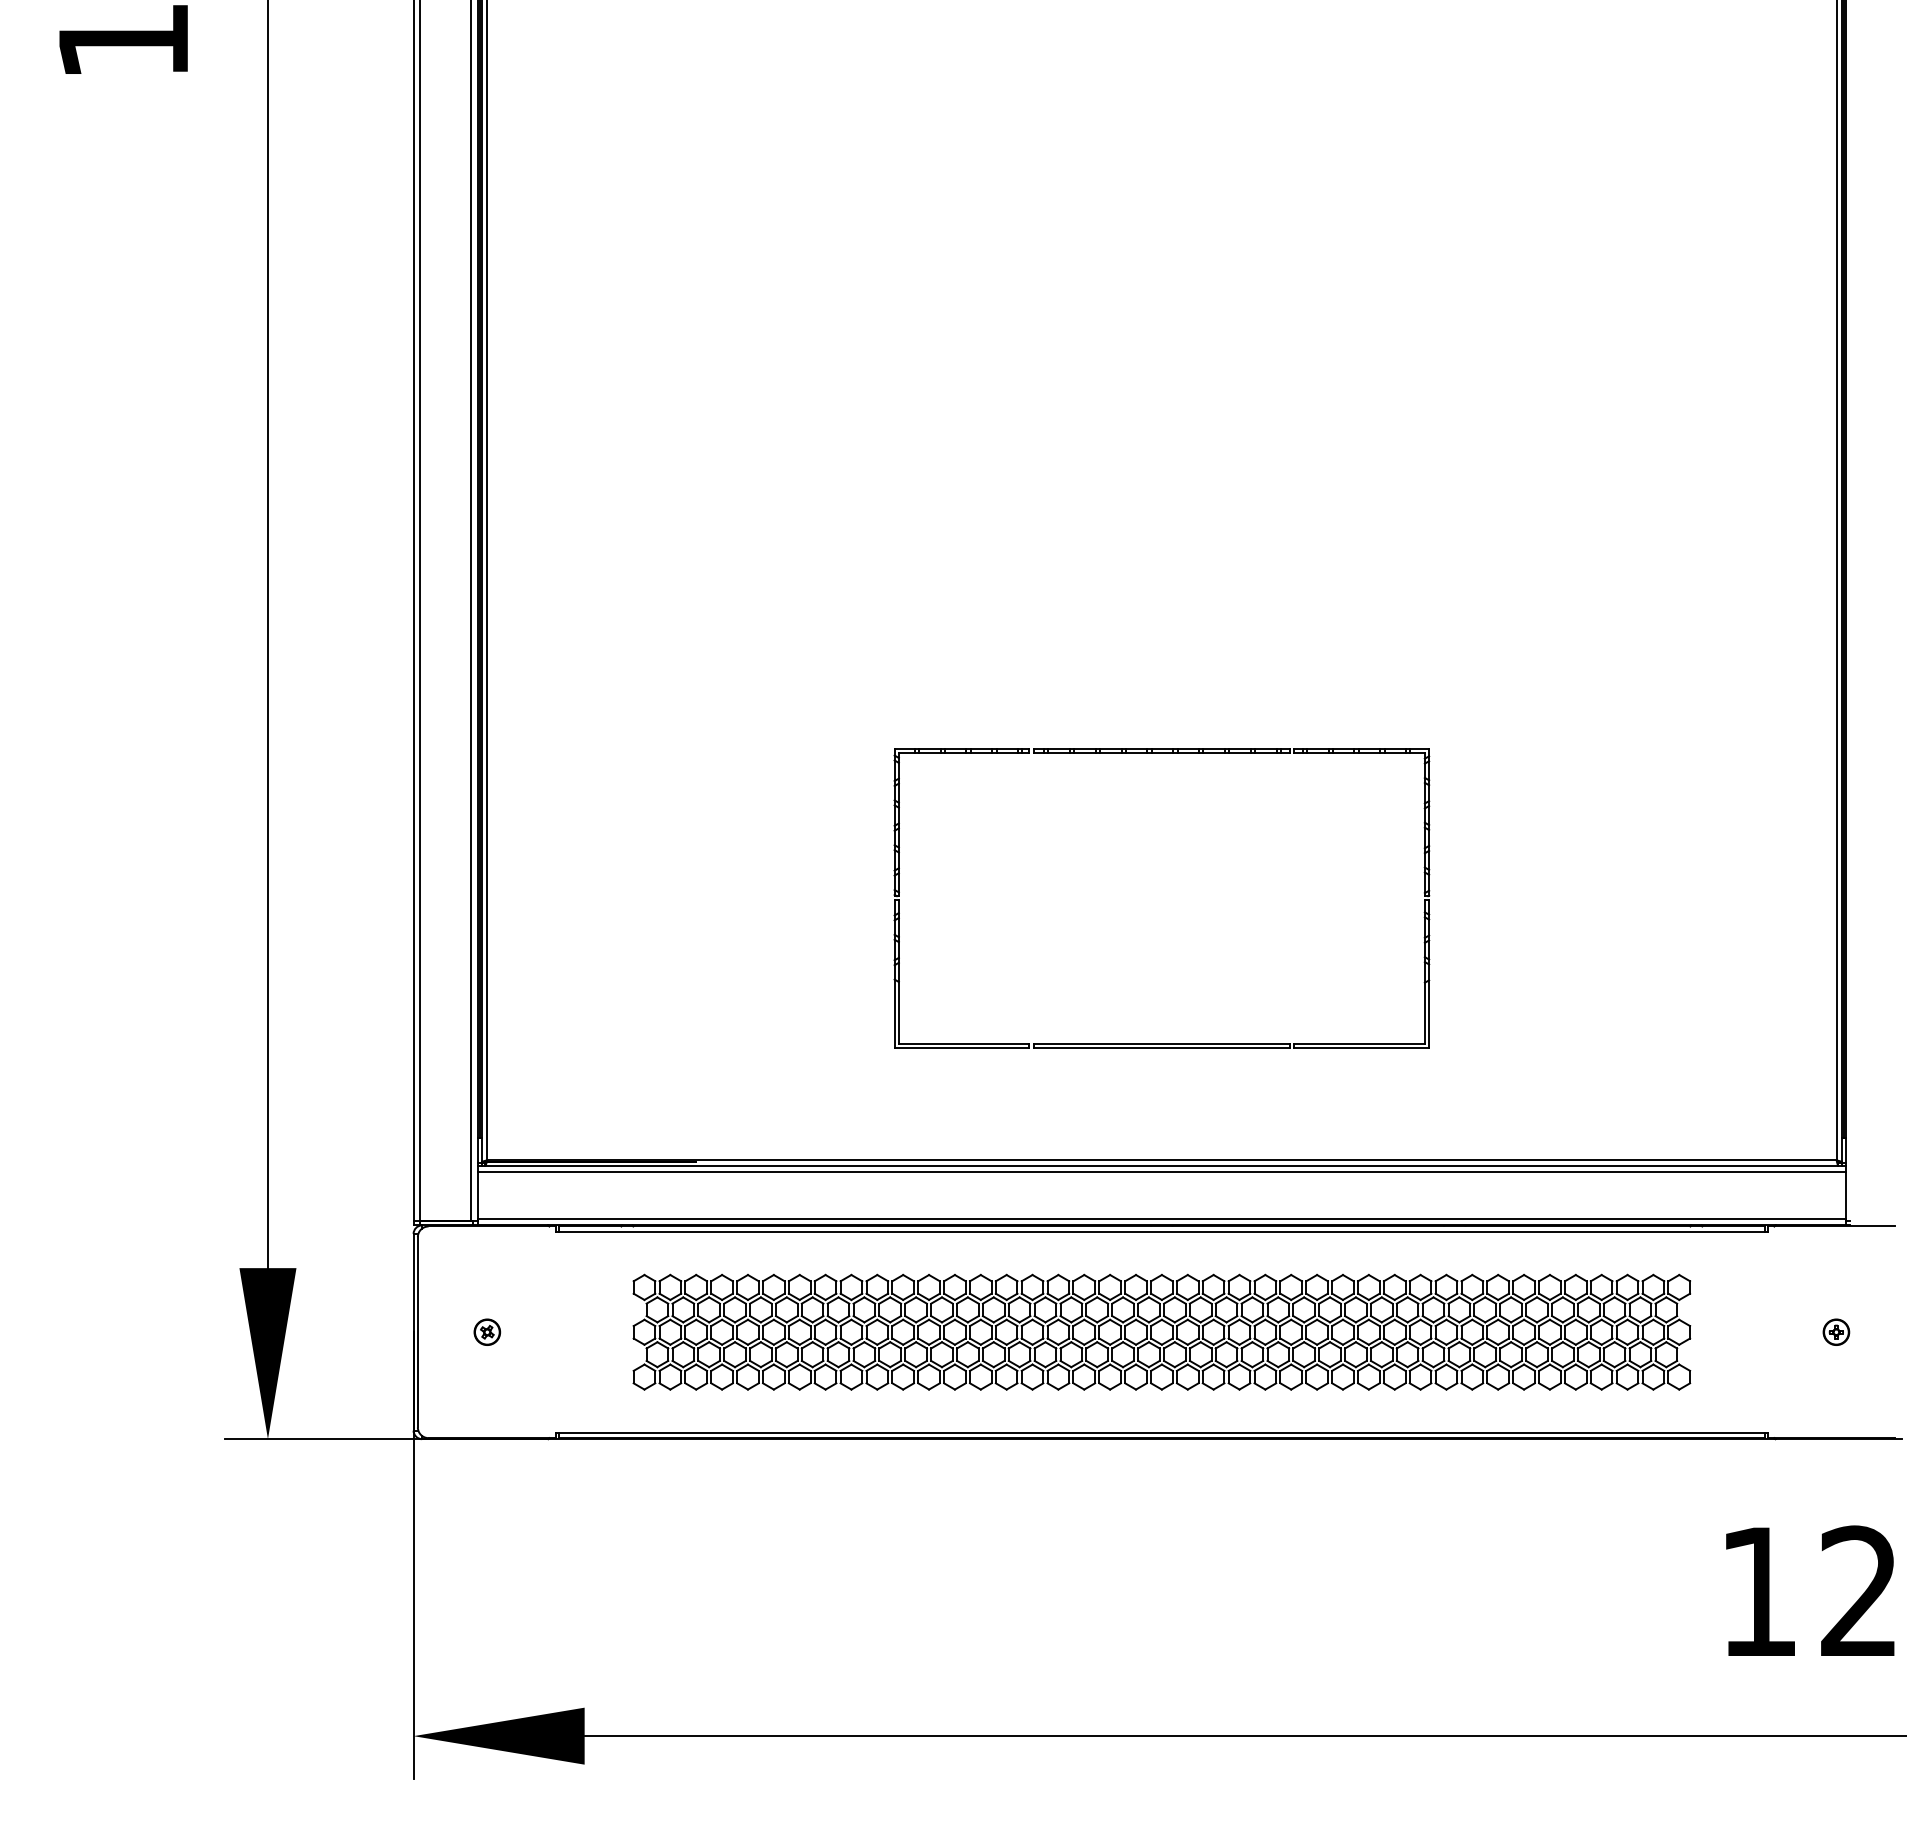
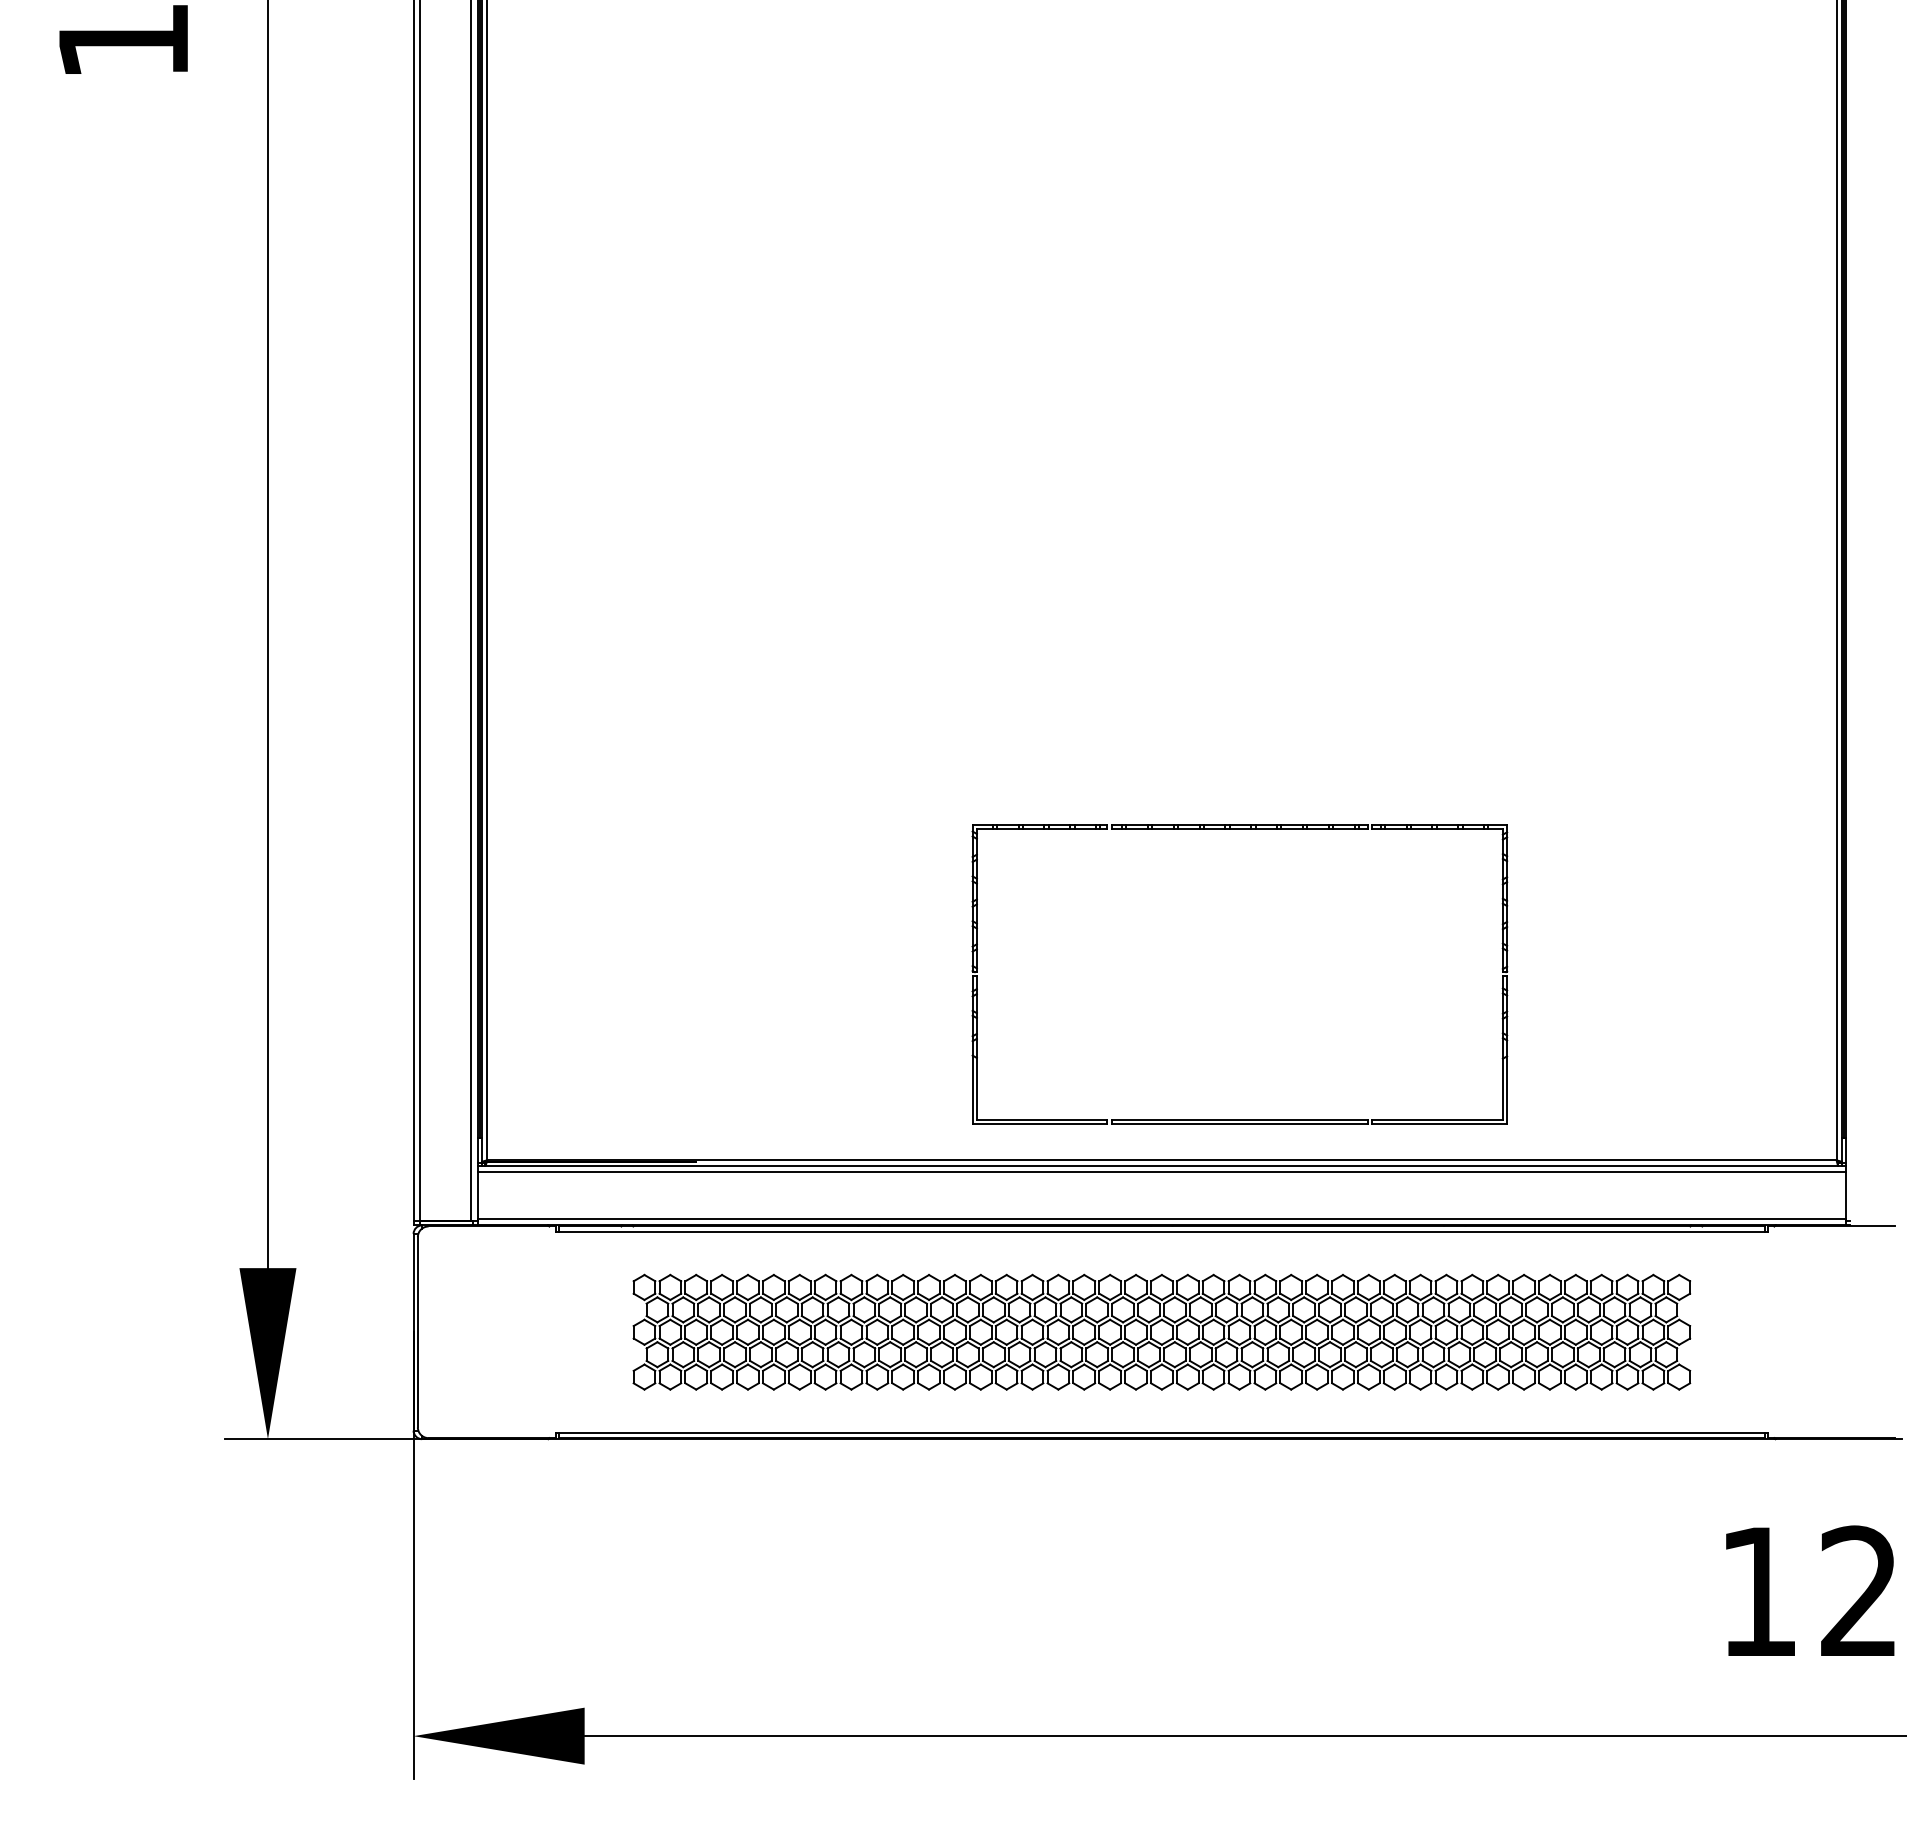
part at (1161, 753) position: (1161, 753) -> (1239, 829)
part at (487, 1331): present -> none
part at (1836, 1331): present -> none
